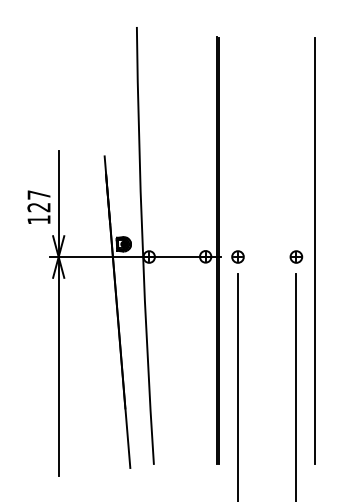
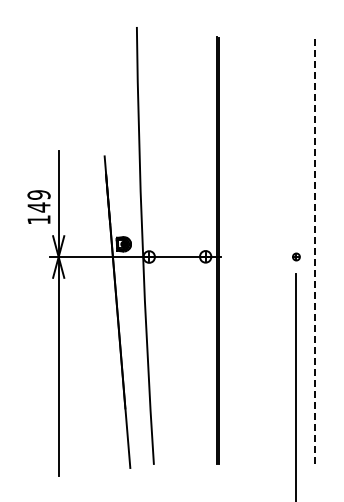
text at (38, 201): 127 -> 149
line at (314, 250): solid -> dashed
part at (237, 256): present -> none
part at (296, 256) size: 15x14 px -> 9x10 px
line at (238, 385): present -> none
